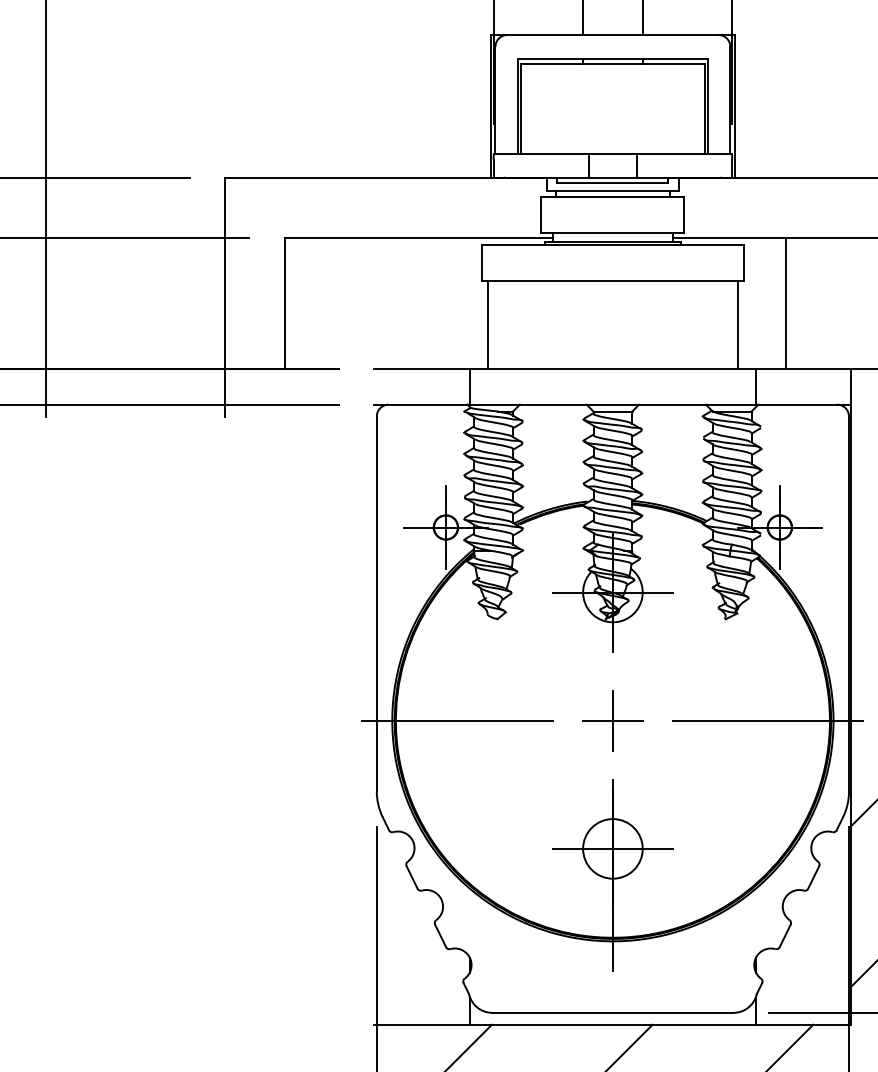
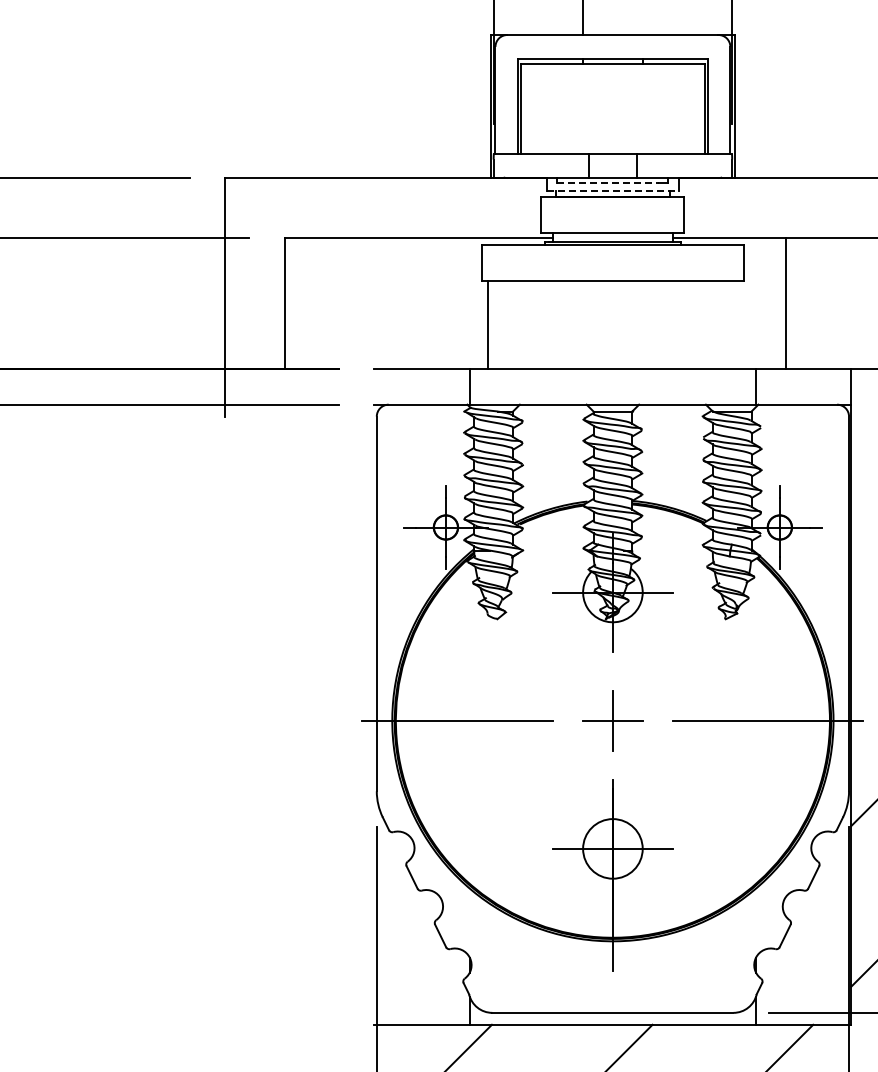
line at (642, 18): present -> none
line at (608, 182): solid -> dashed
line at (612, 191): solid -> dashed
line at (46, 209): present -> none
line at (738, 324): present -> none
